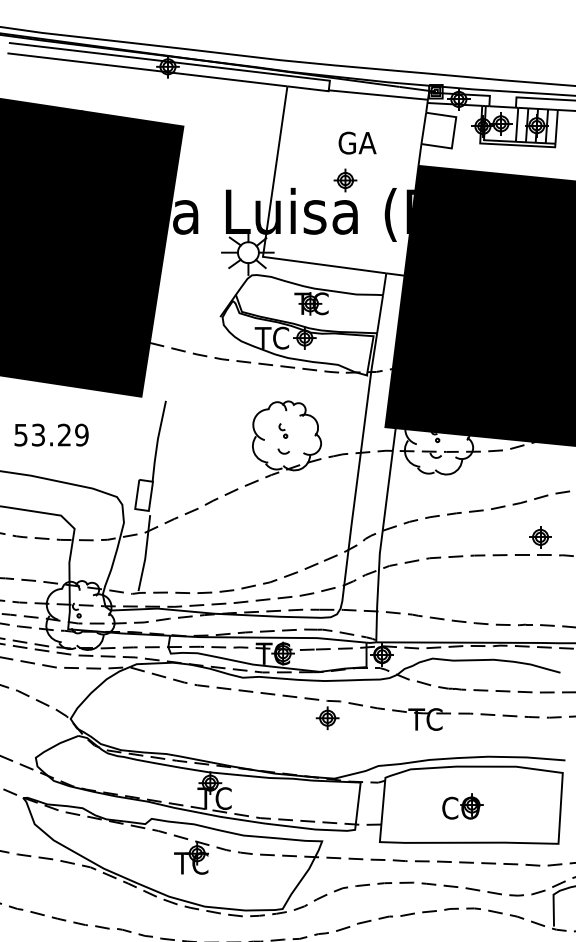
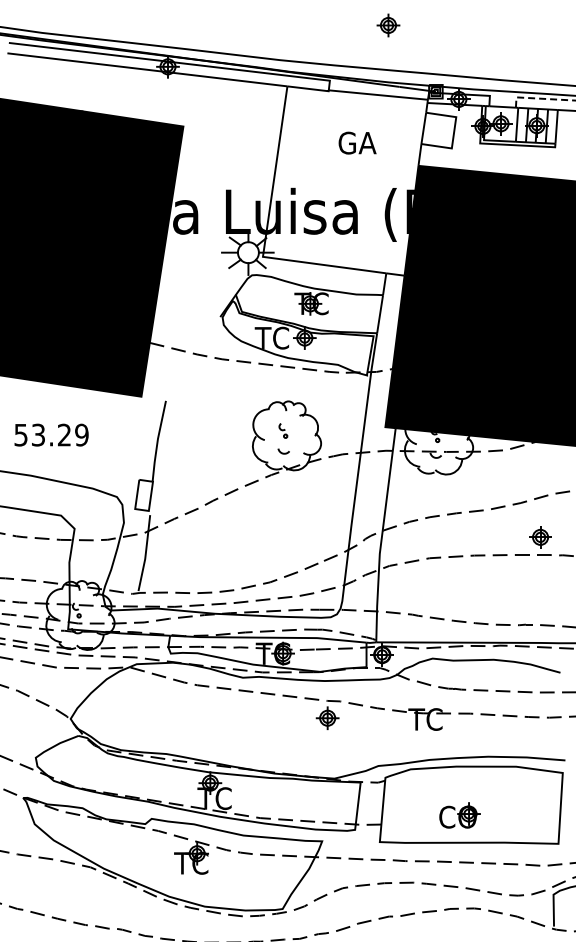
line at (540, 98): solid -> dashed
part at (345, 180) position: (345, 180) -> (388, 25)
part at (462, 806) position: (462, 806) -> (459, 815)
